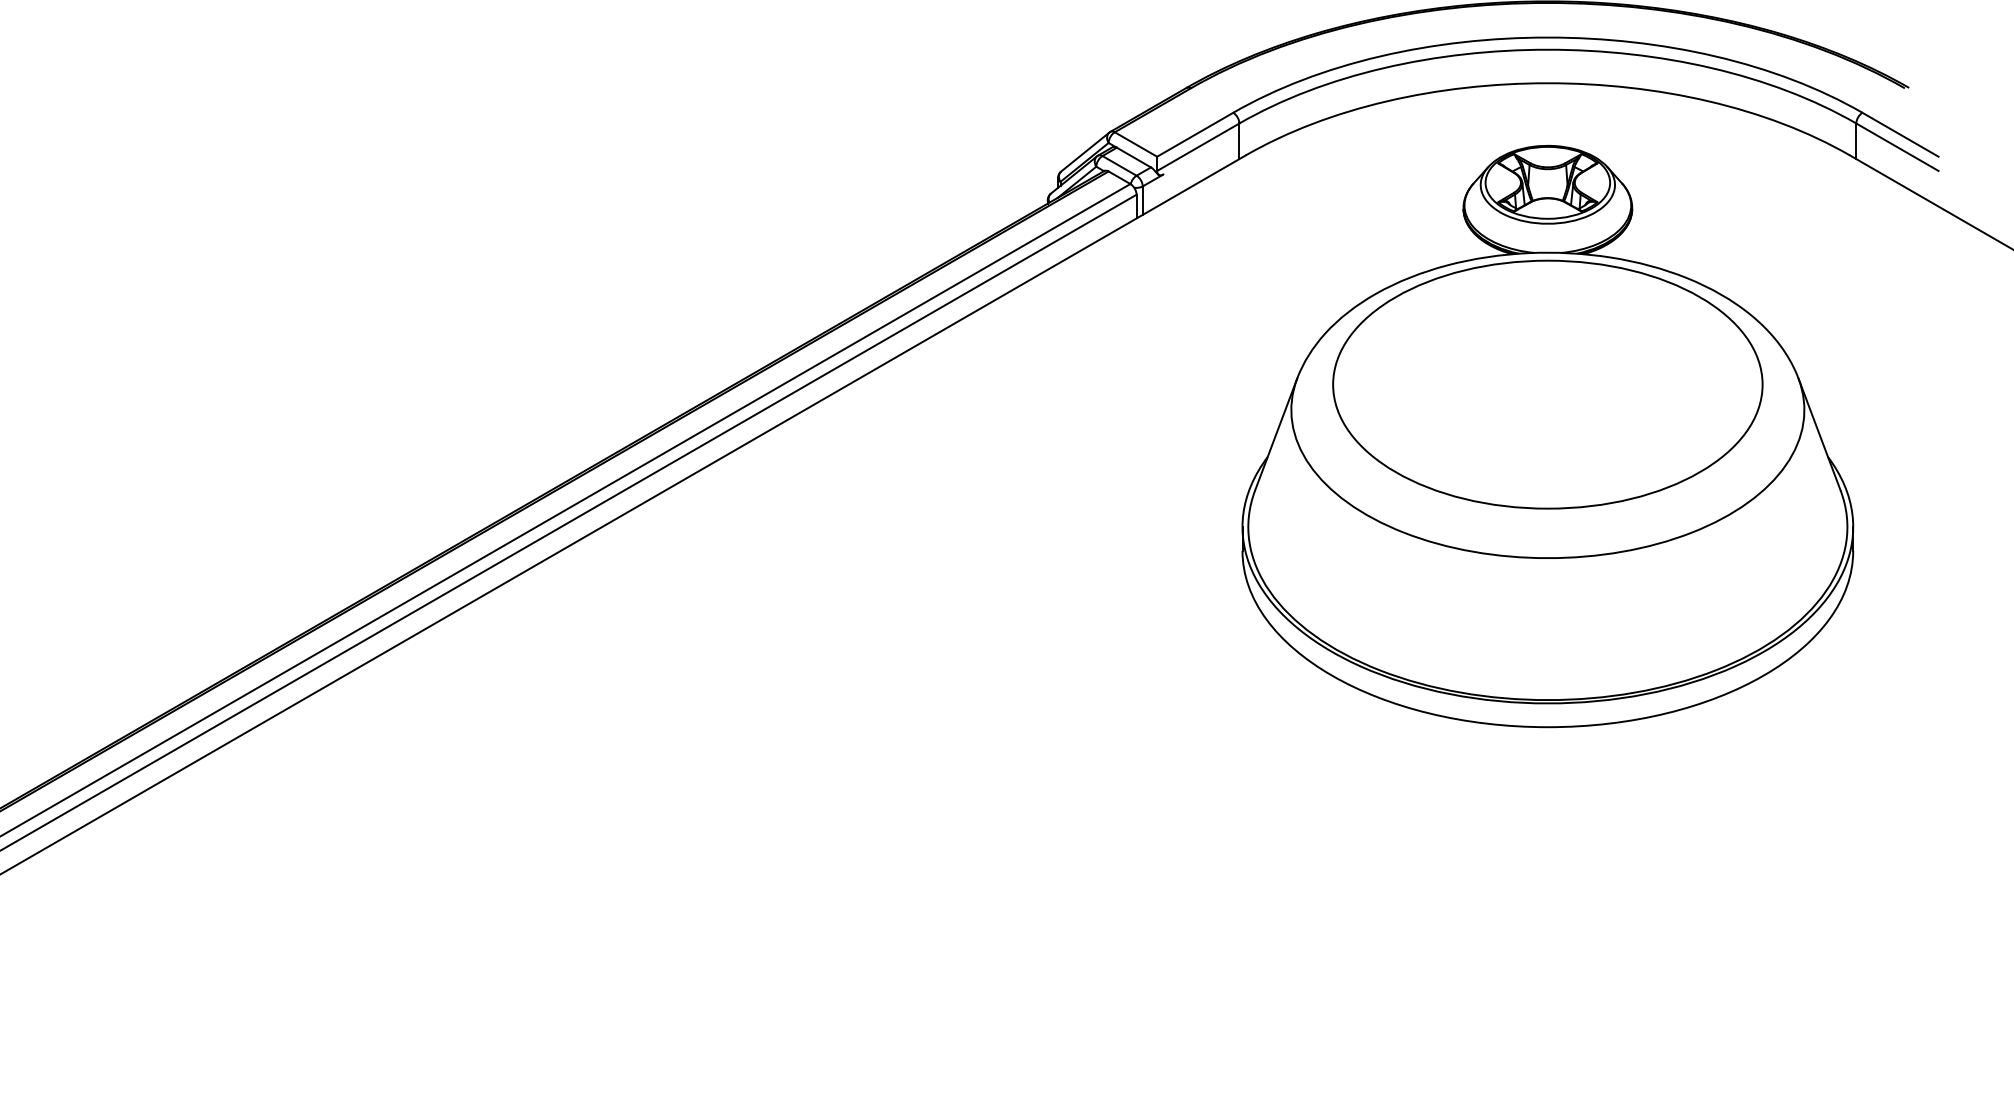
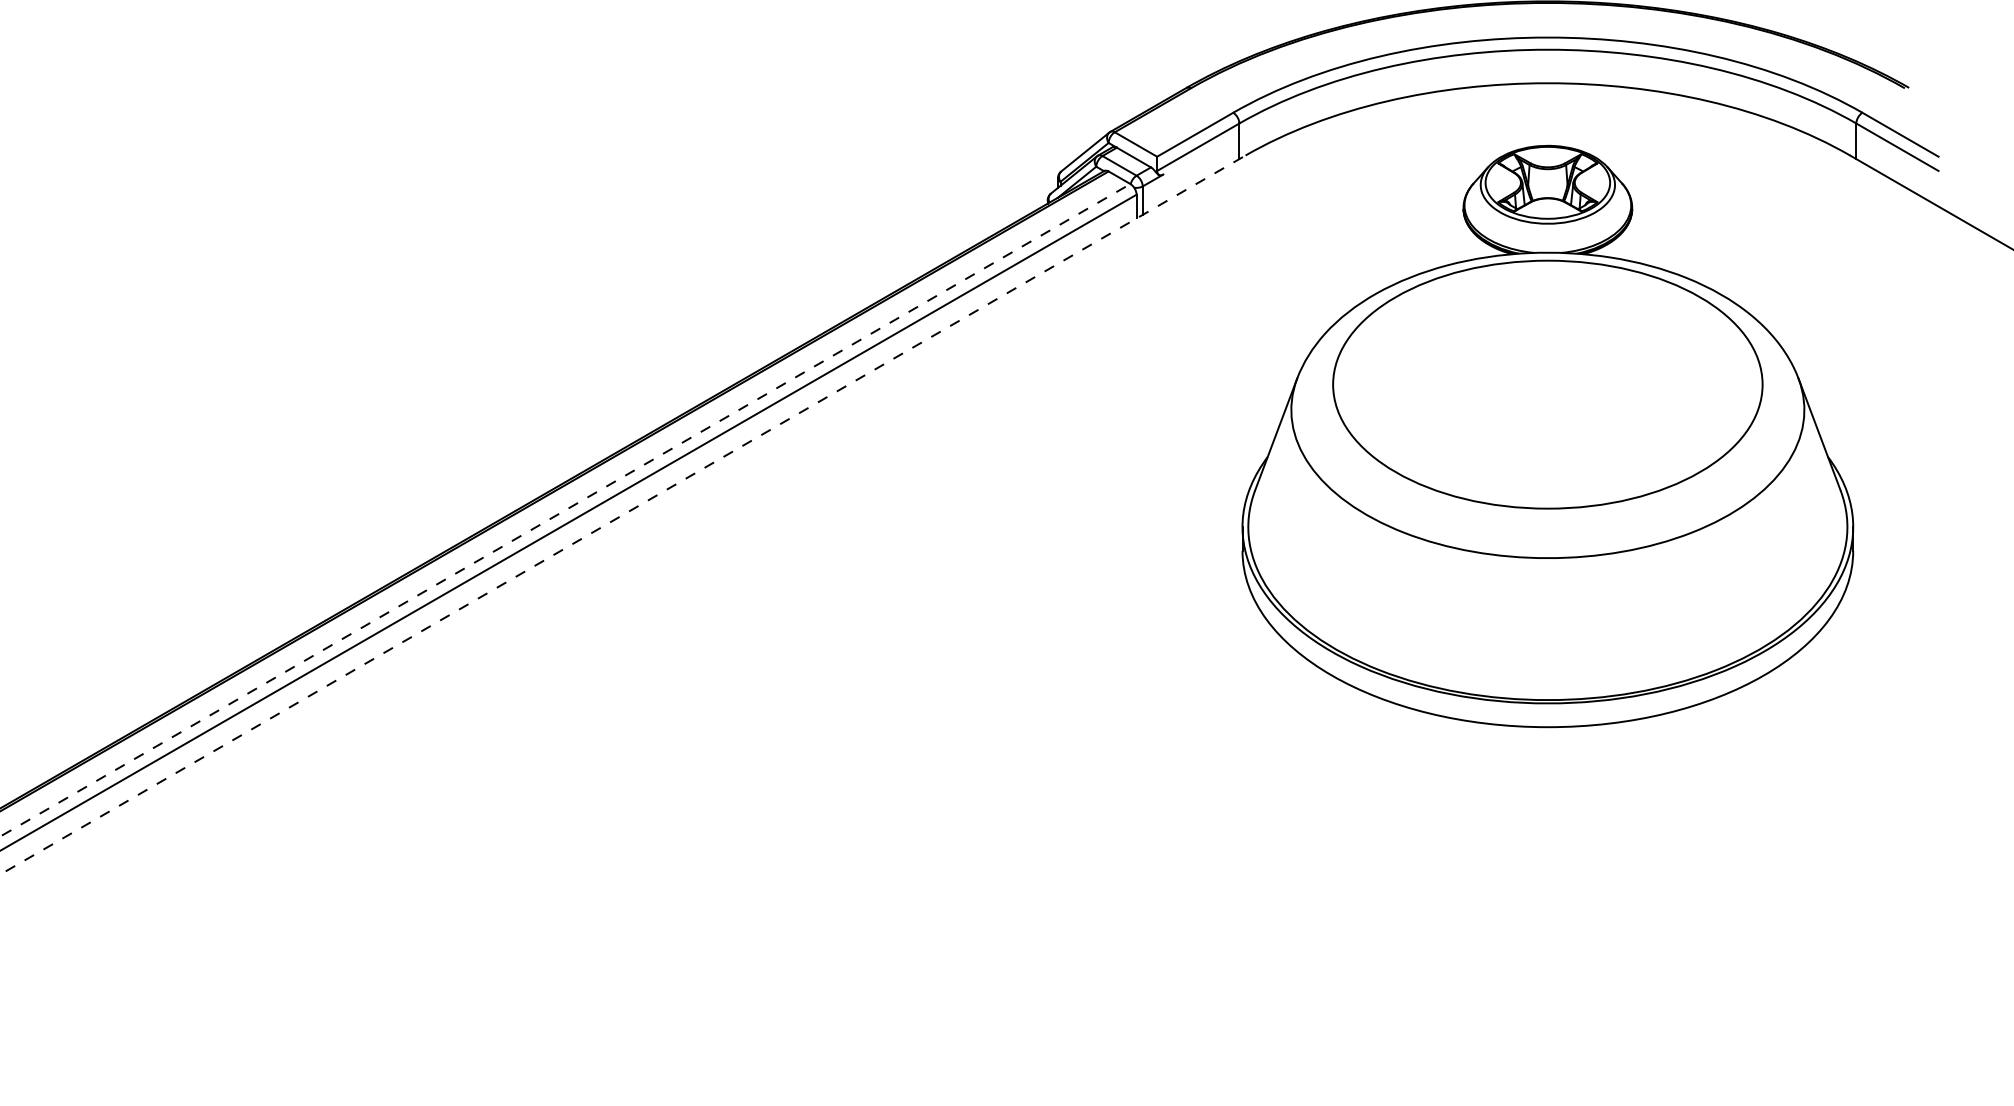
line at (565, 510): solid -> dashed
line at (623, 514): solid -> dashed
